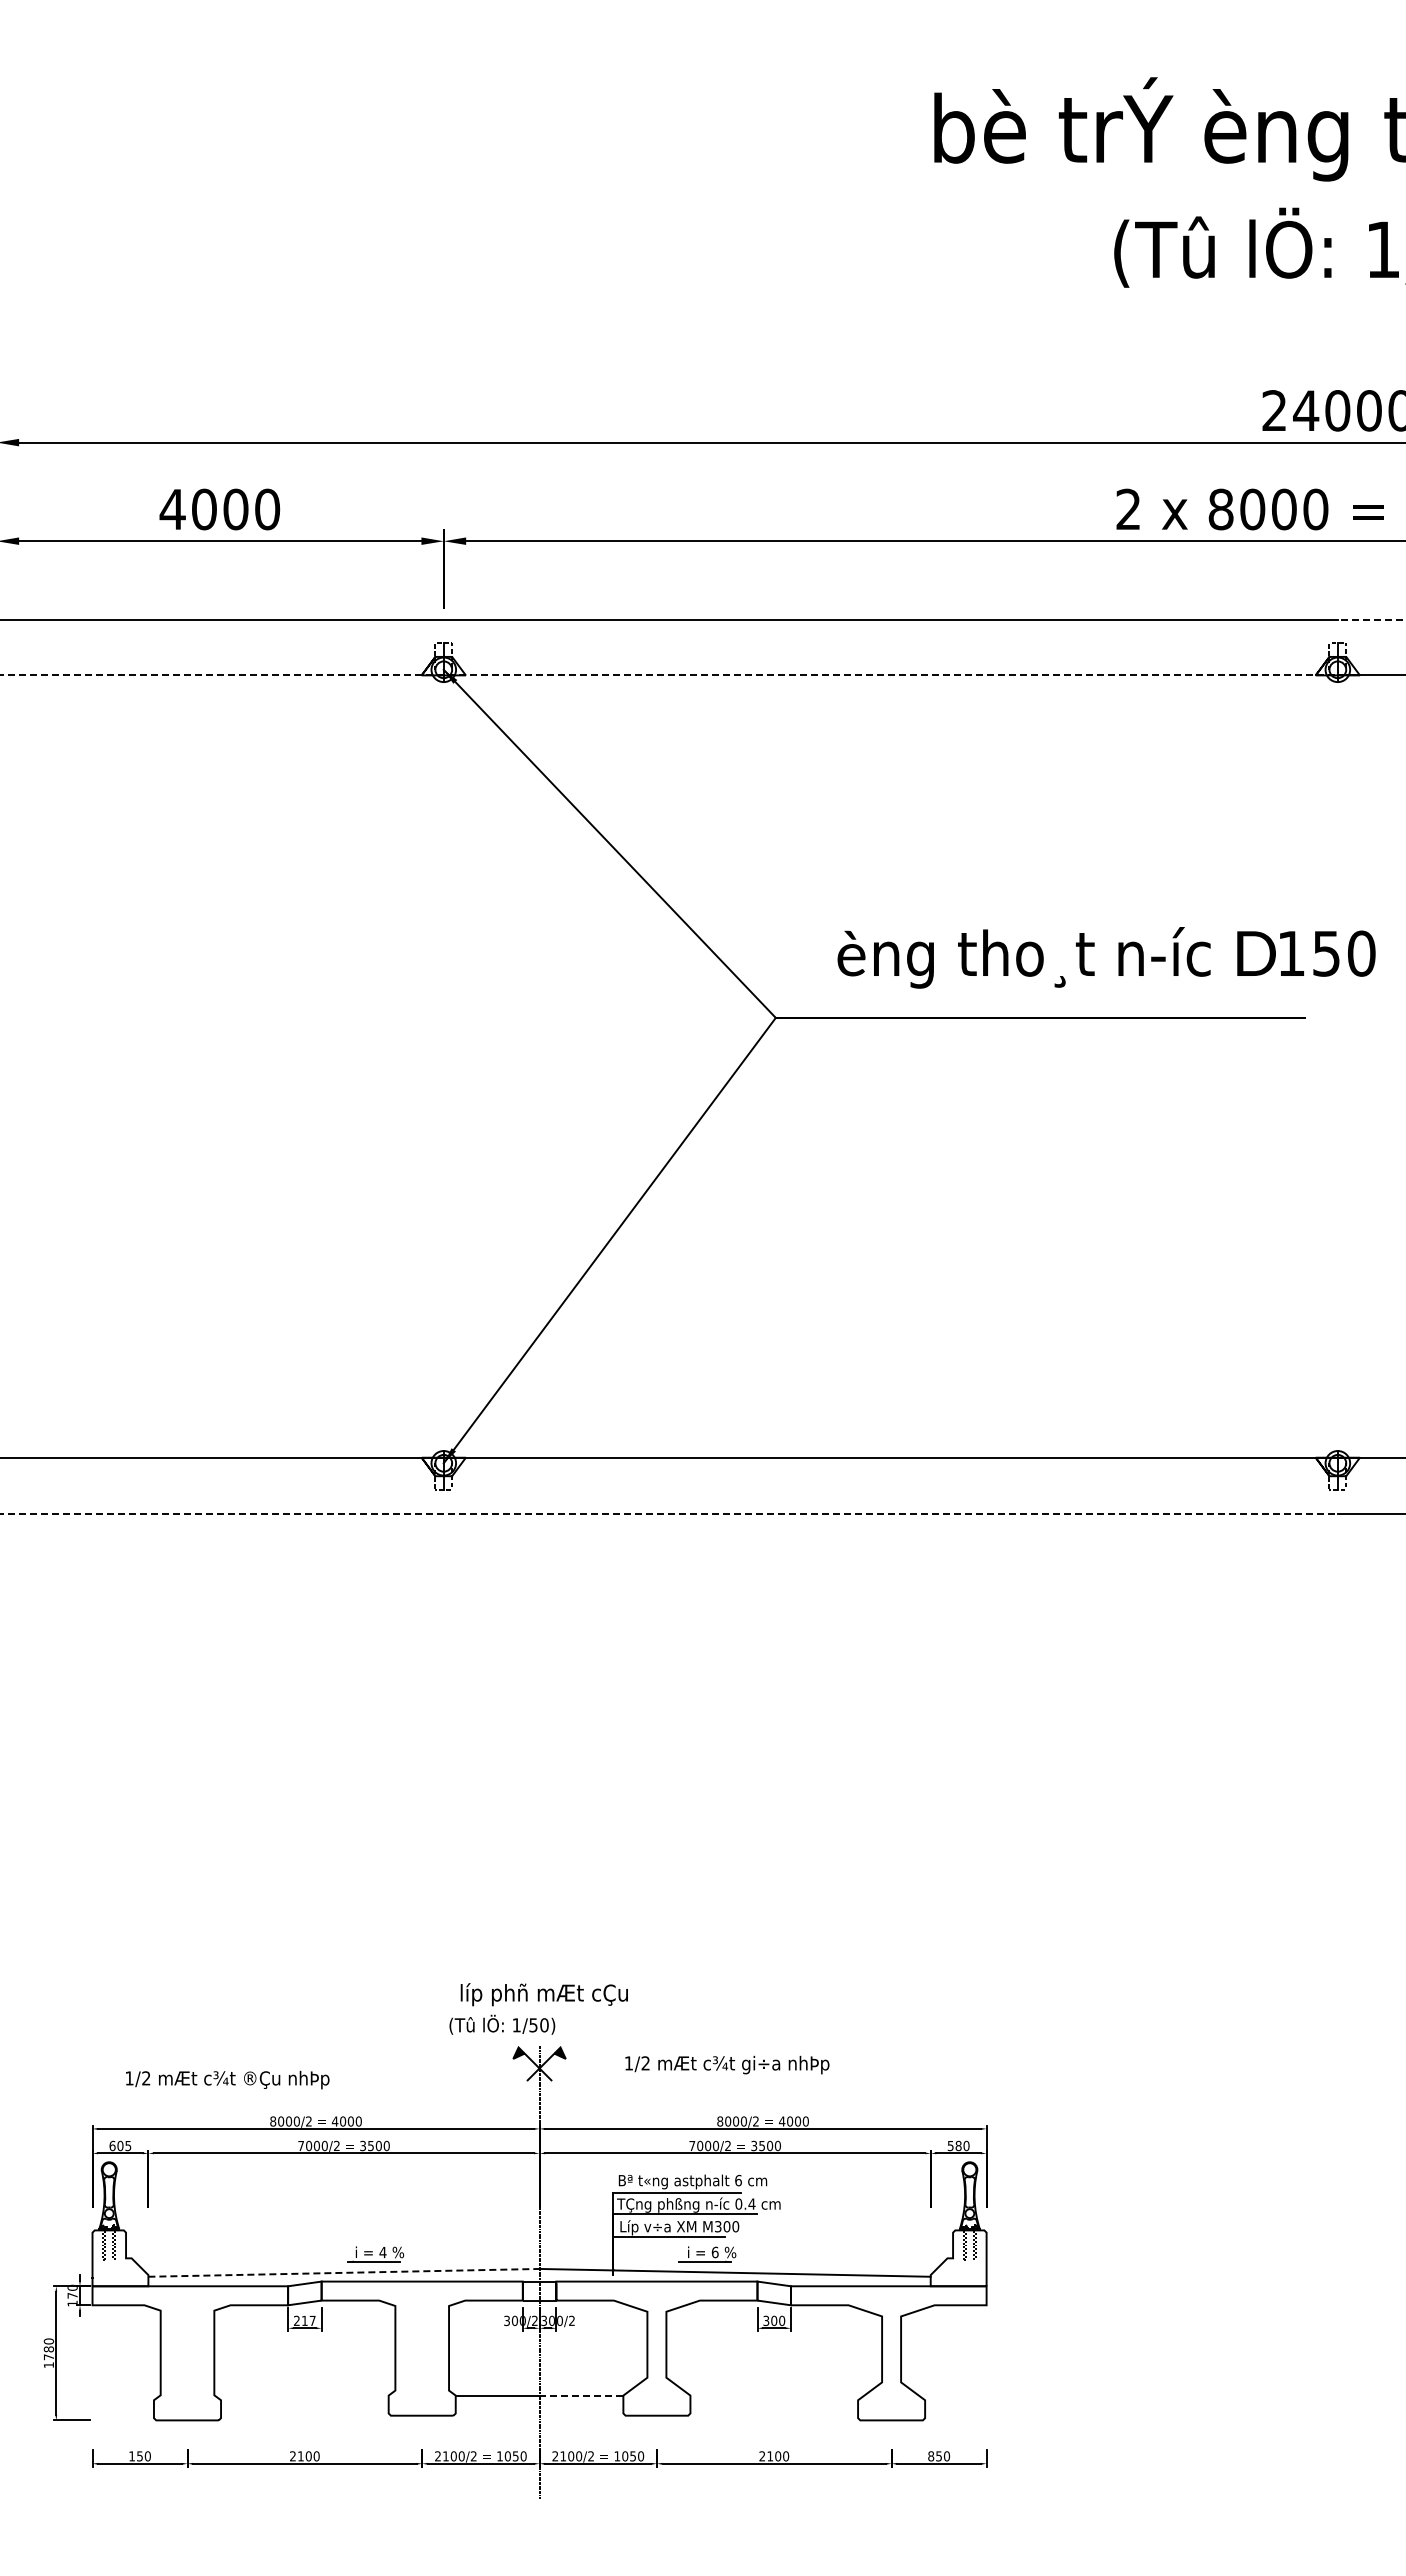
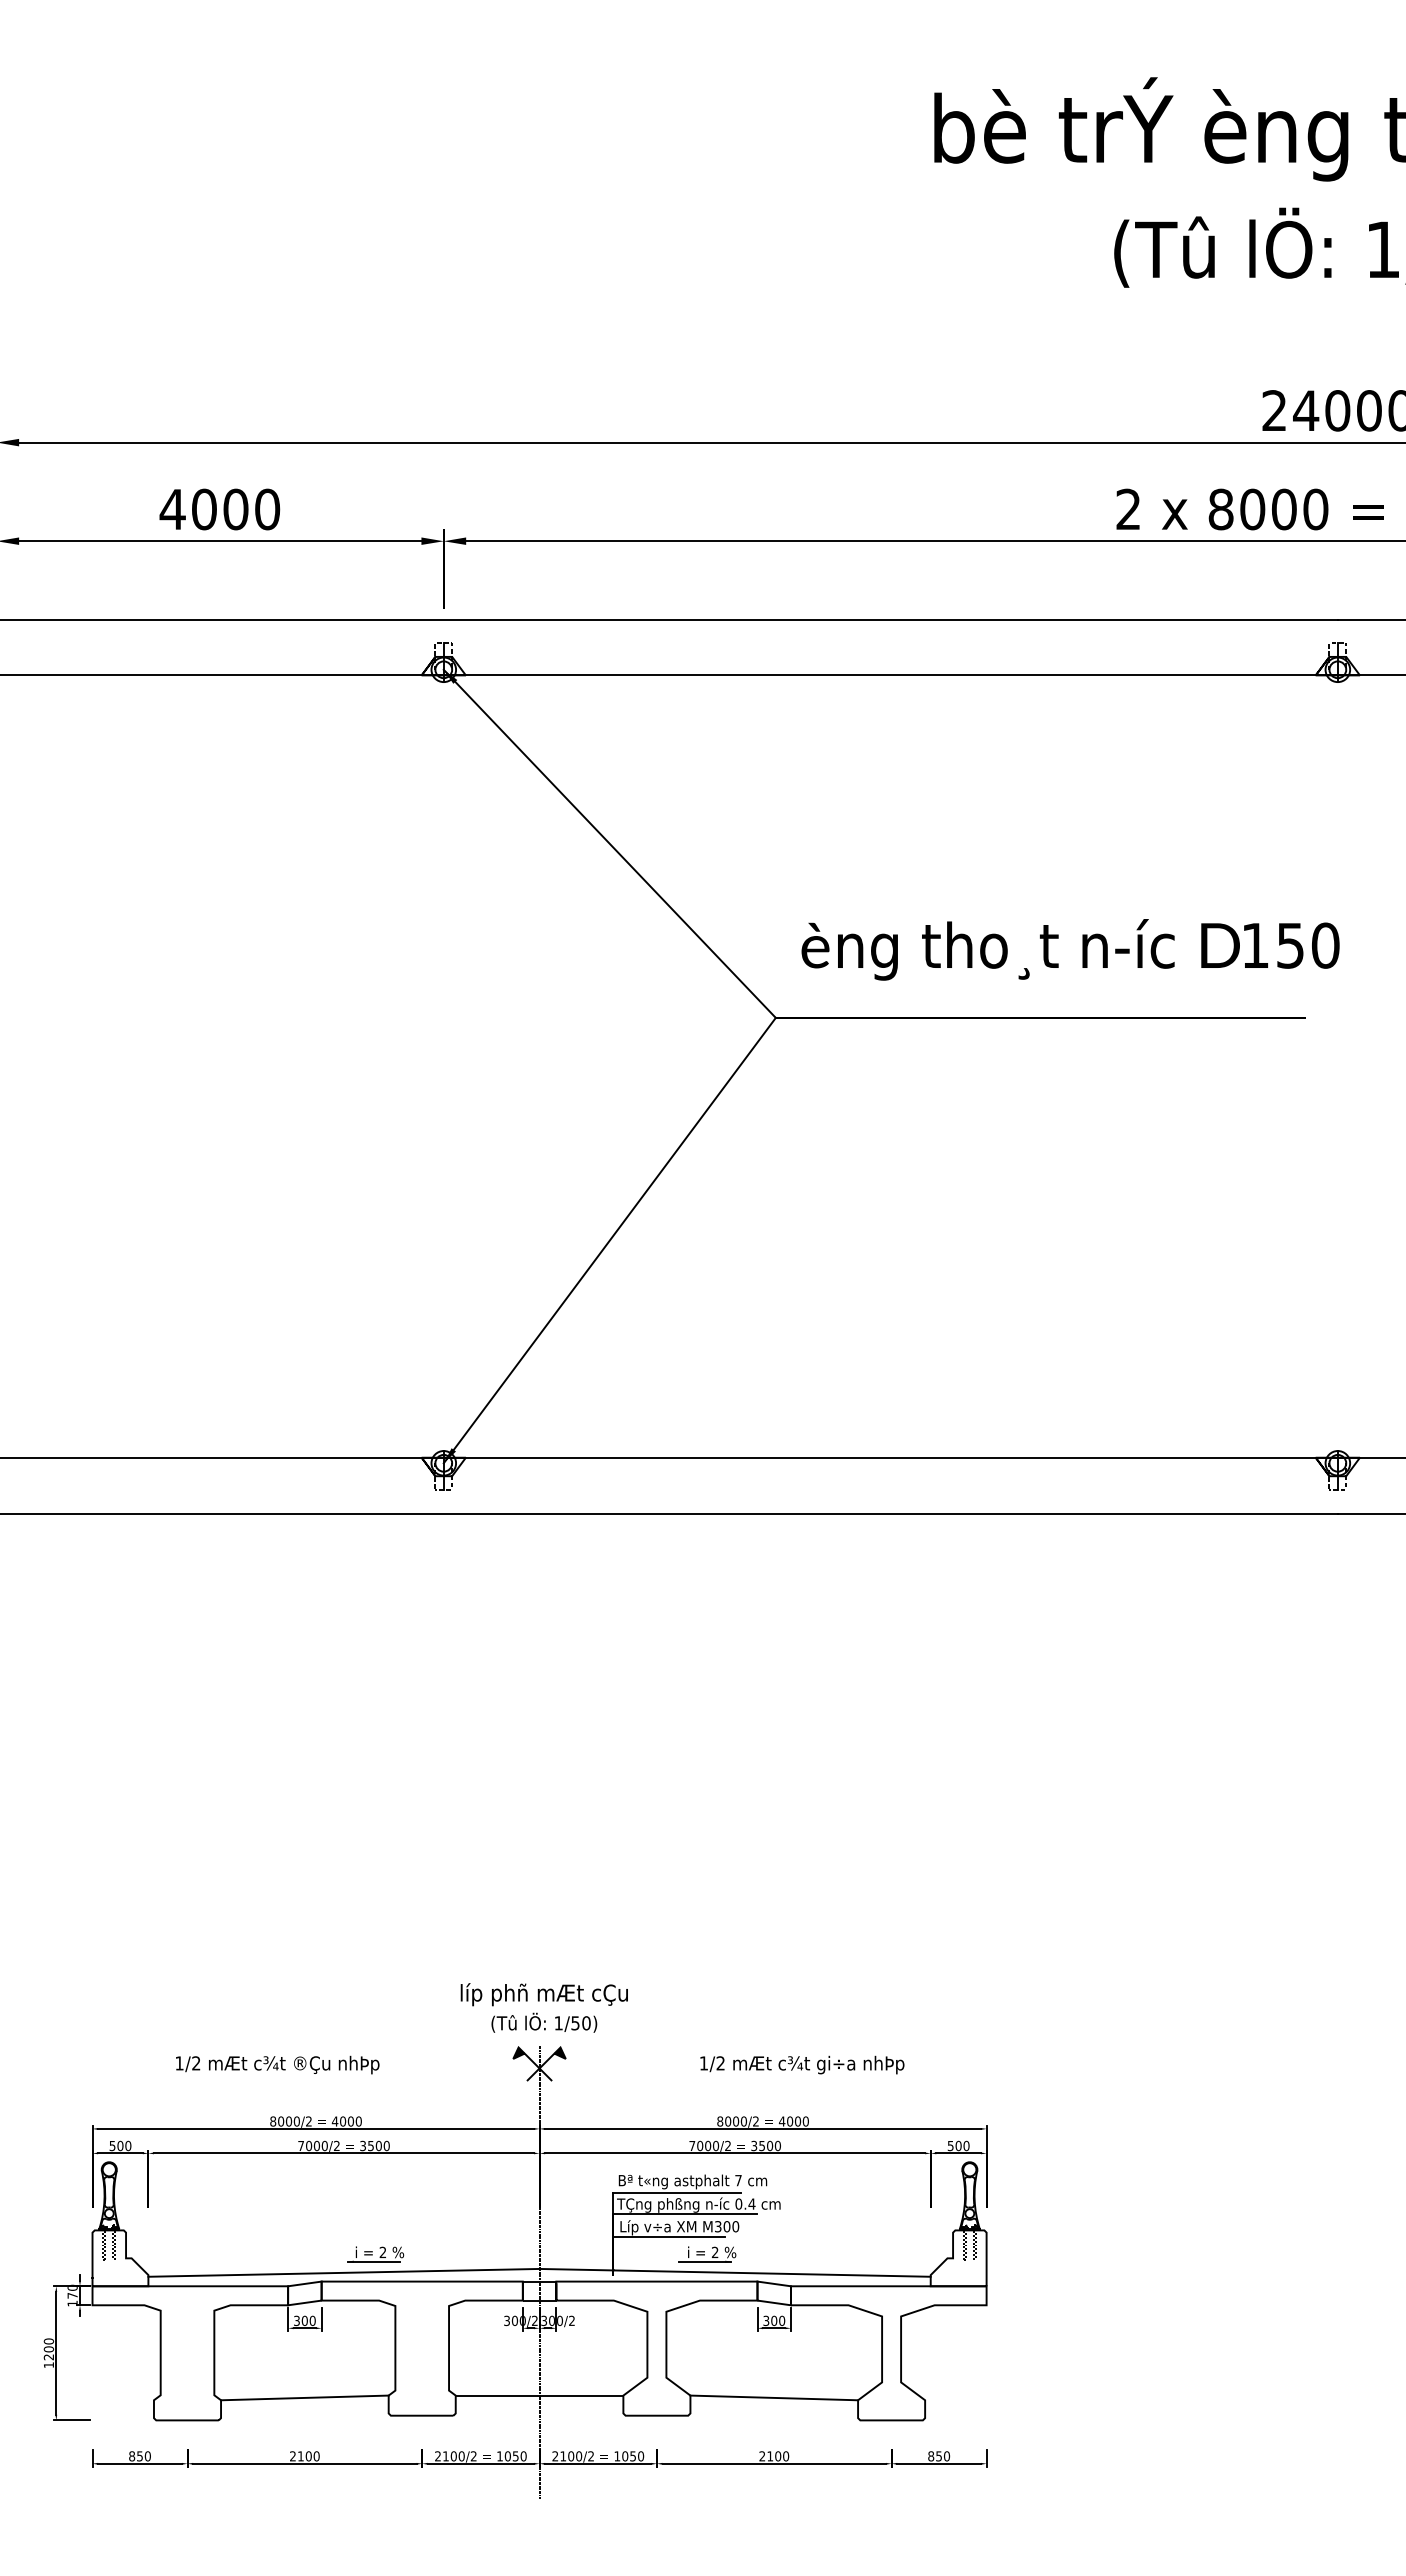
line at (1371, 619): dashed -> solid
line at (669, 675): dashed -> solid
text at (1106, 957) position: (1106, 957) -> (1070, 949)
line at (669, 1513): dashed -> solid
text at (502, 2024) position: (502, 2024) -> (544, 2022)
text at (727, 2064) position: (727, 2064) -> (802, 2064)
text at (227, 2079) position: (227, 2079) -> (277, 2064)
text at (120, 2145): 605 -> 500
text at (958, 2145): 580 -> 500
text at (738, 2180): 6 -> 7
text at (382, 2252): 4 -> 2
text at (714, 2252): 6 -> 2
line at (343, 2272): dashed -> solid
text at (304, 2320): 217 -> 300
text at (48, 2353): 1780 -> 1200
line at (581, 2395): dashed -> solid
line at (304, 2397): none -> present
line at (774, 2397): none -> present
text at (132, 2456): 150 -> 850
